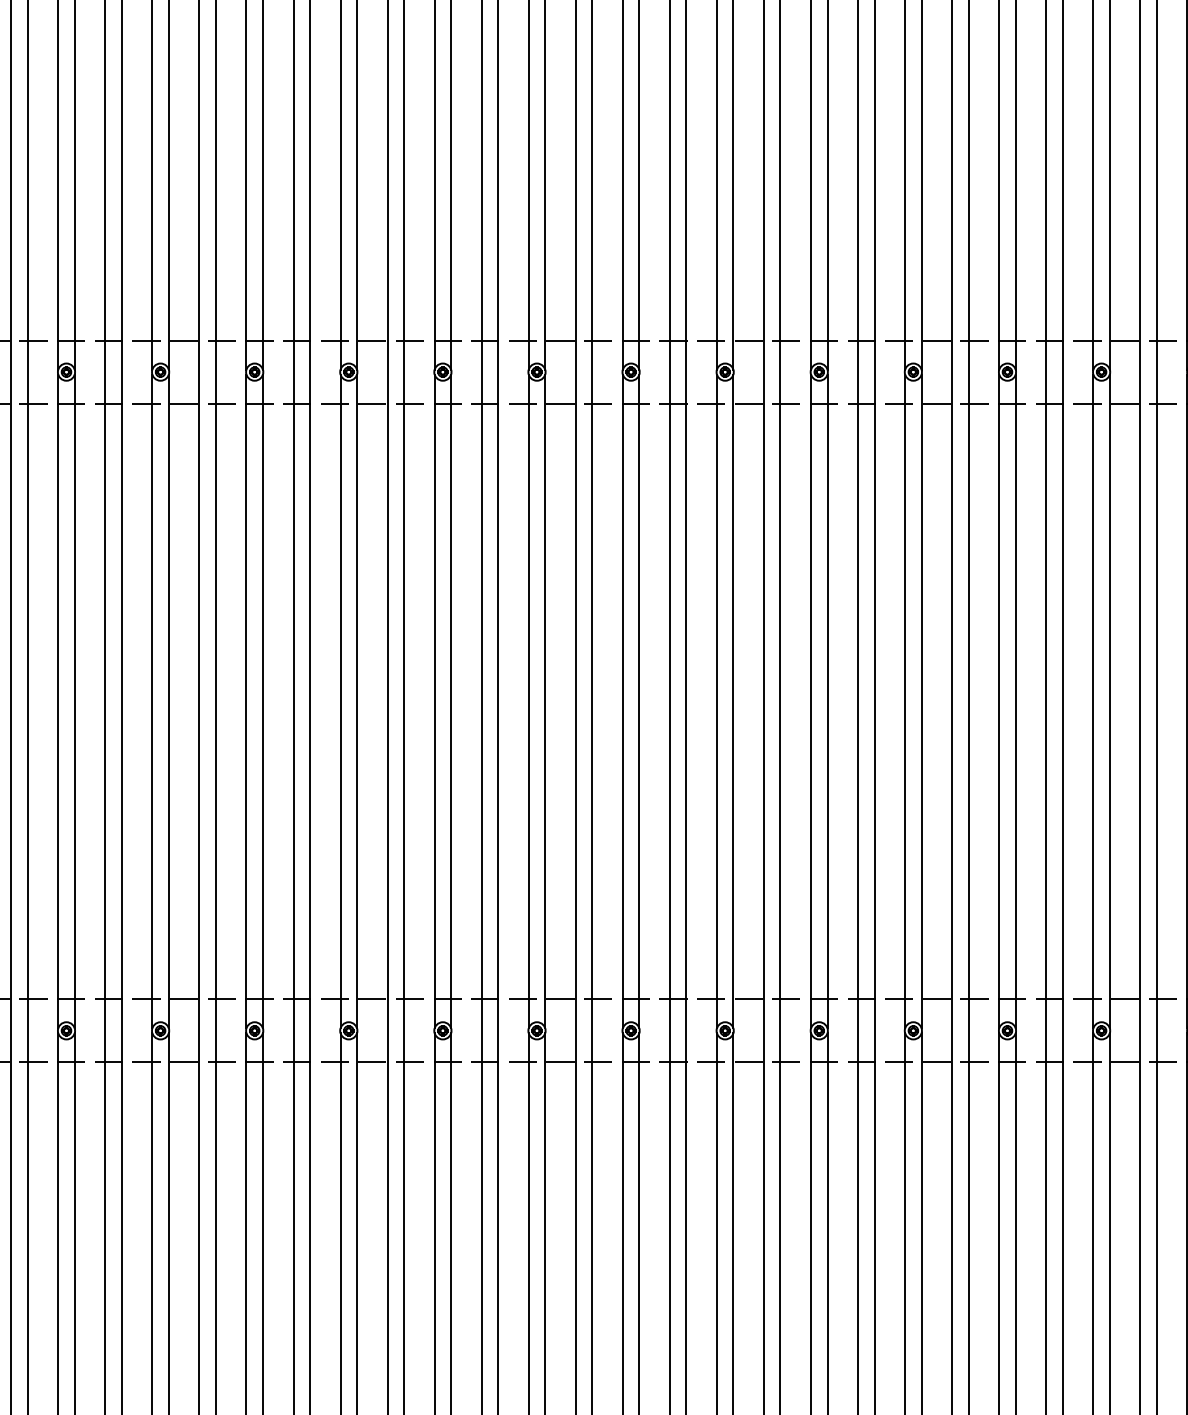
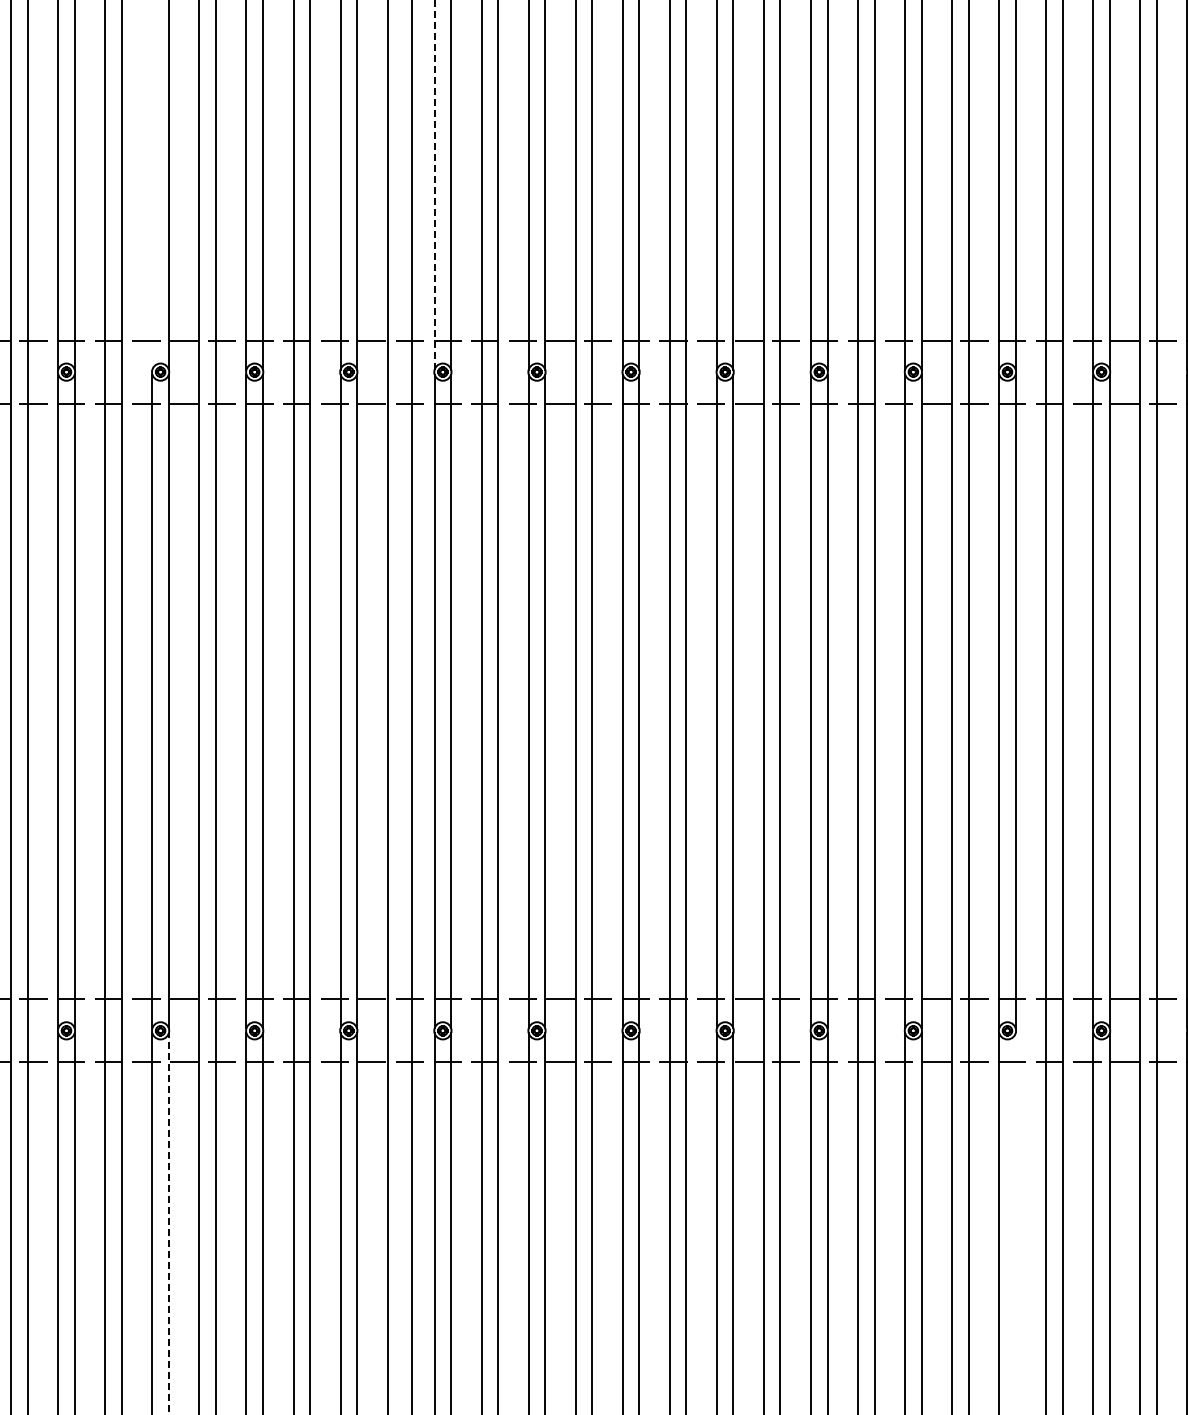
line at (434, 184): solid -> dashed
line at (152, 185): present -> none
line at (404, 706) position: (404, 706) -> (412, 706)
line at (1015, 1222): present -> none
line at (168, 1223): solid -> dashed
